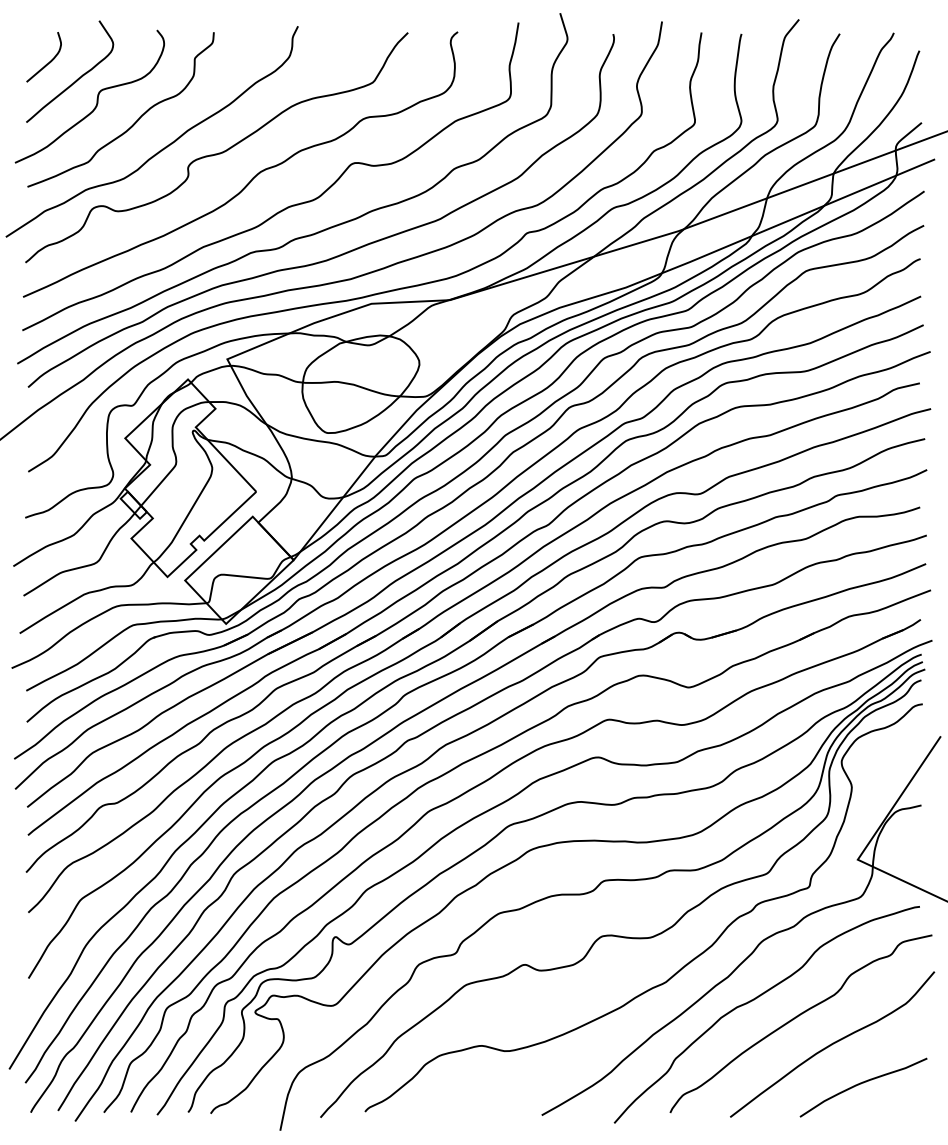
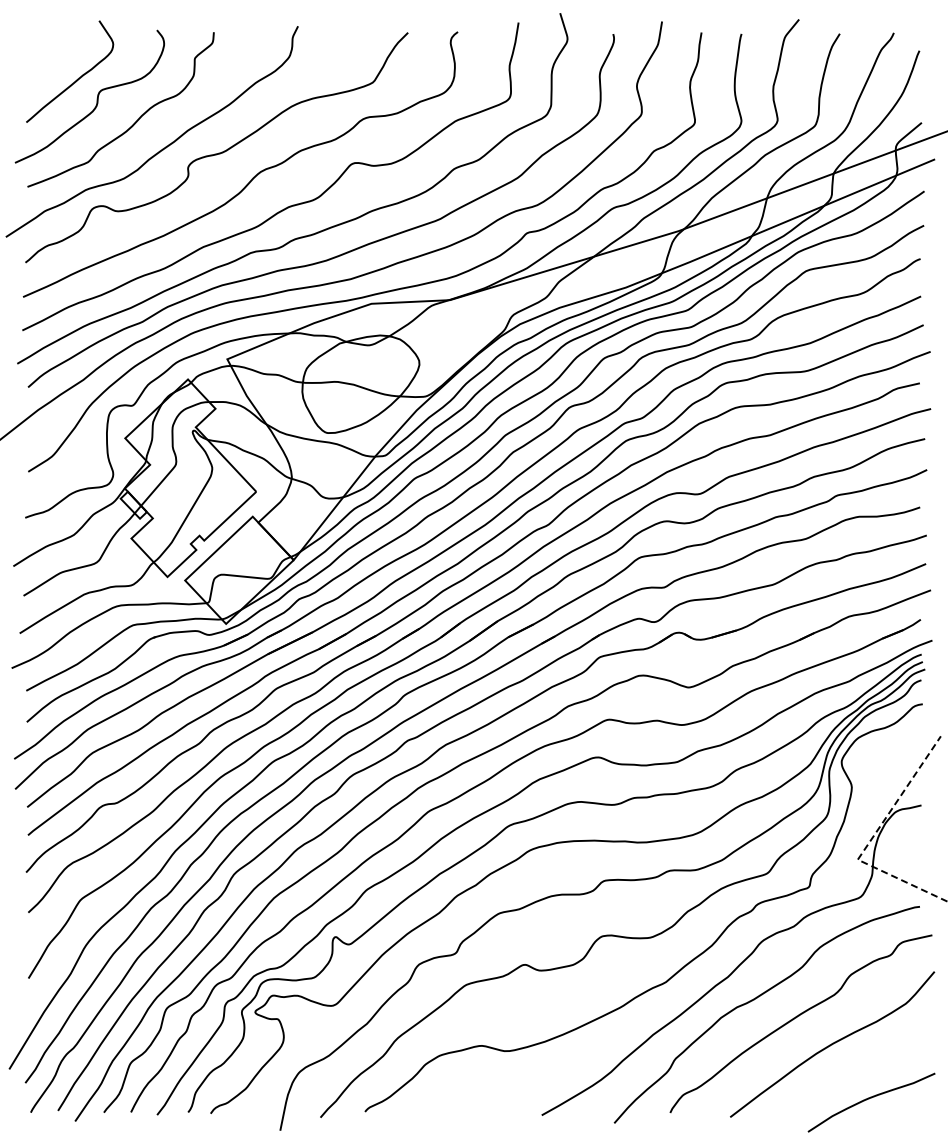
curve at (46, 63): present -> none
line at (871, 839): solid -> dashed
curve at (861, 1084) position: (861, 1084) -> (869, 1099)
